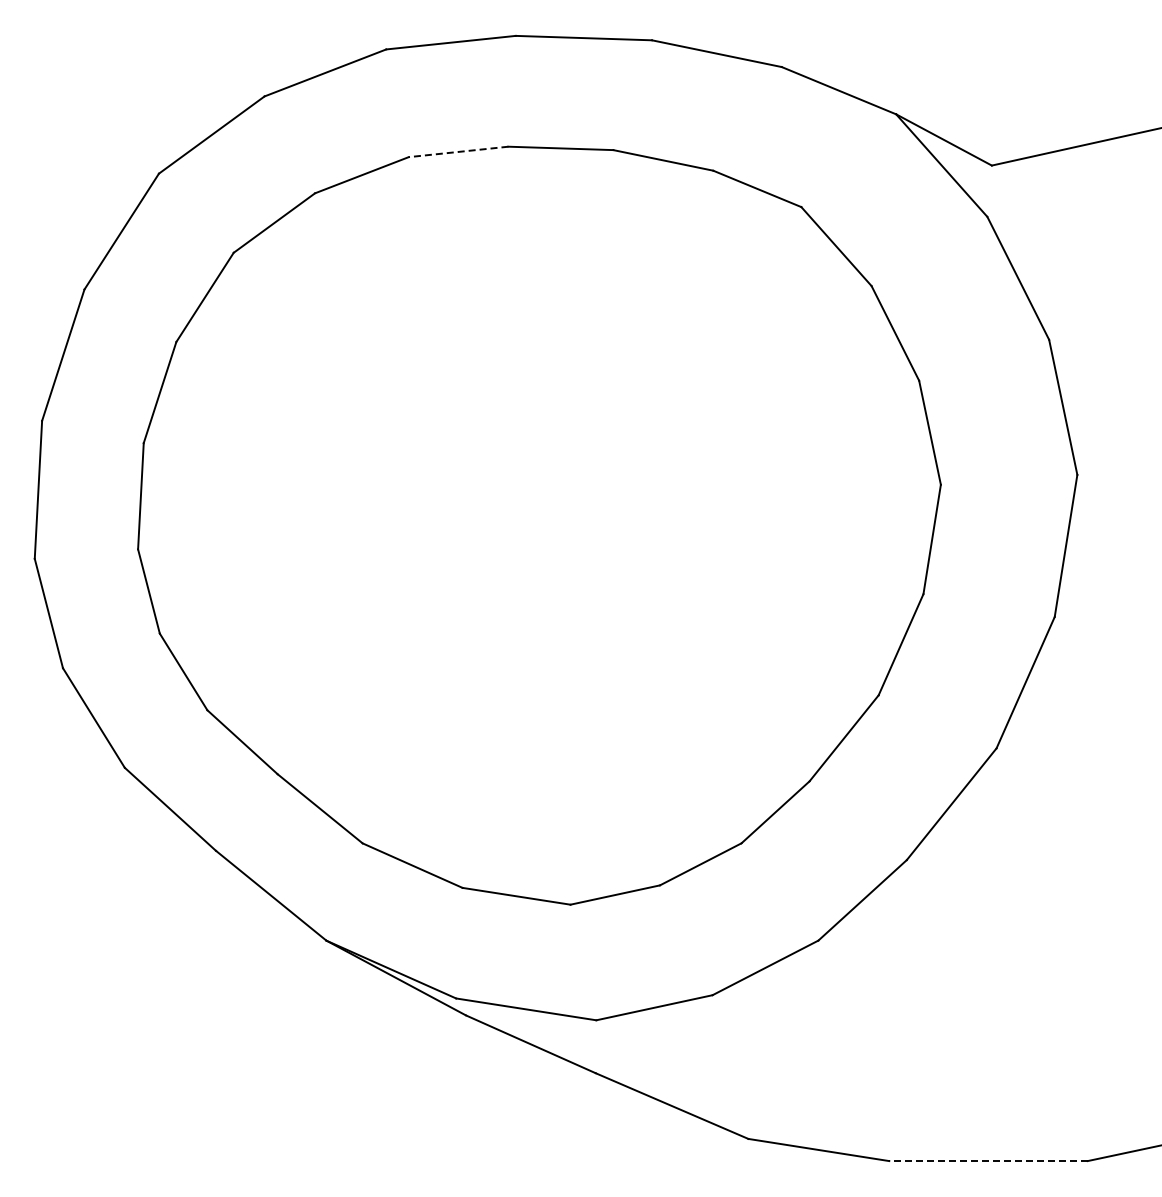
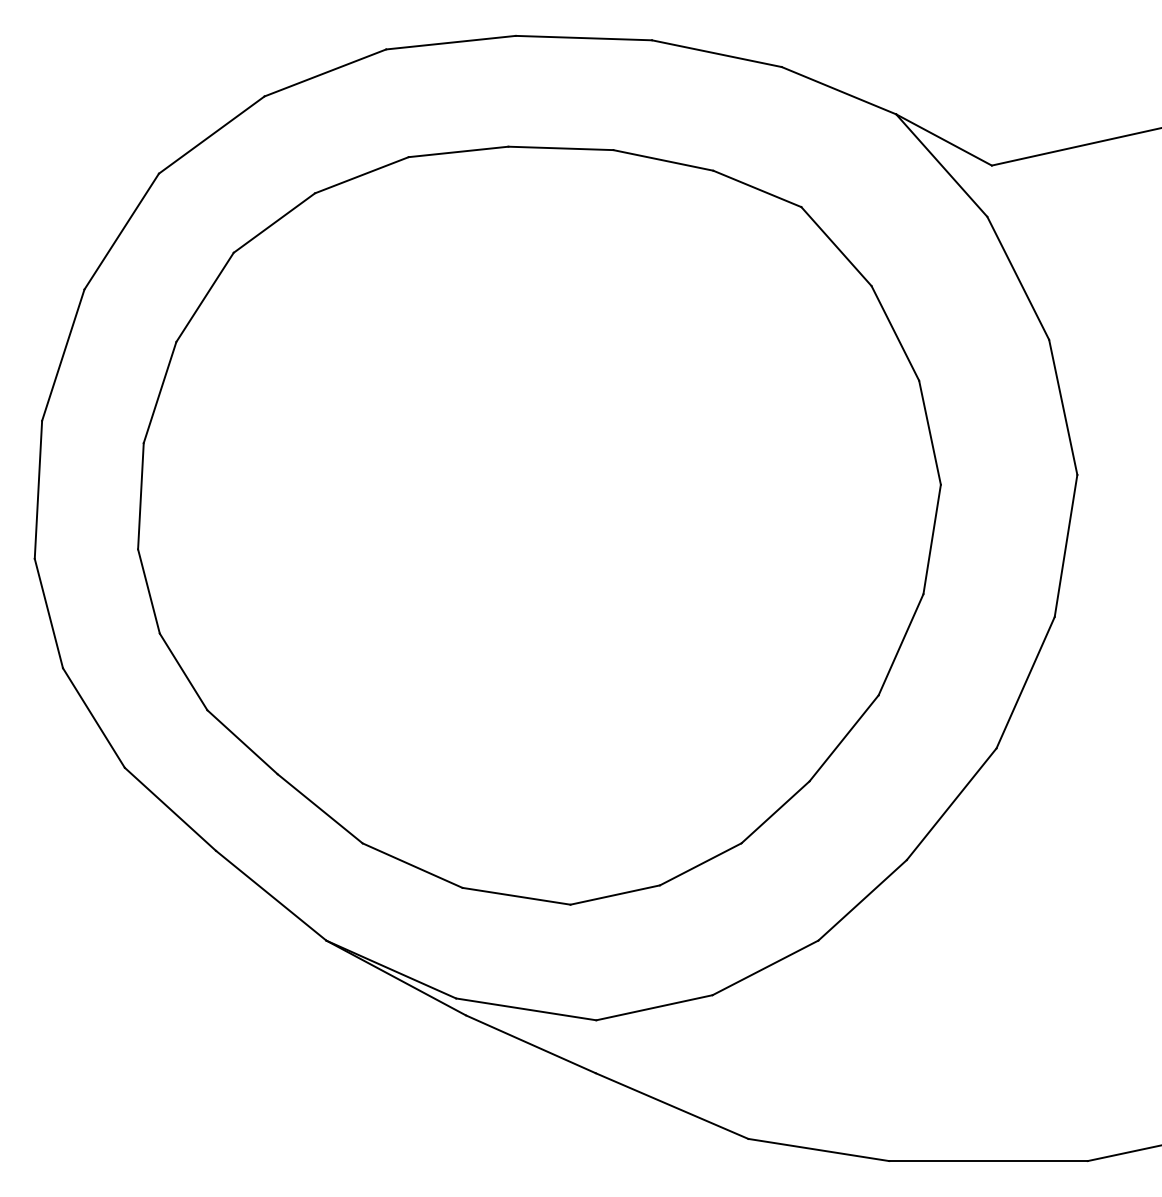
line at (458, 151): dashed -> solid
line at (987, 1161): dashed -> solid
